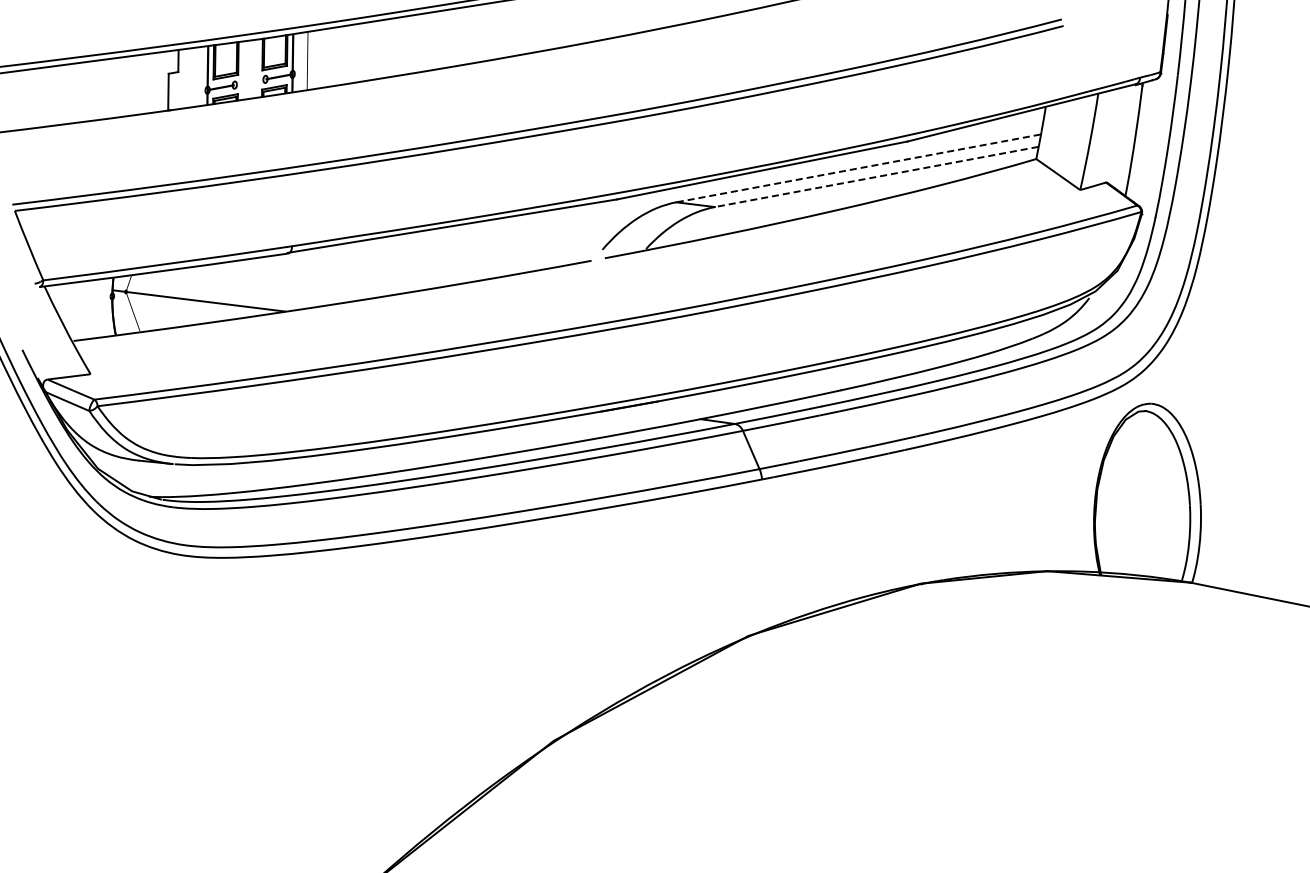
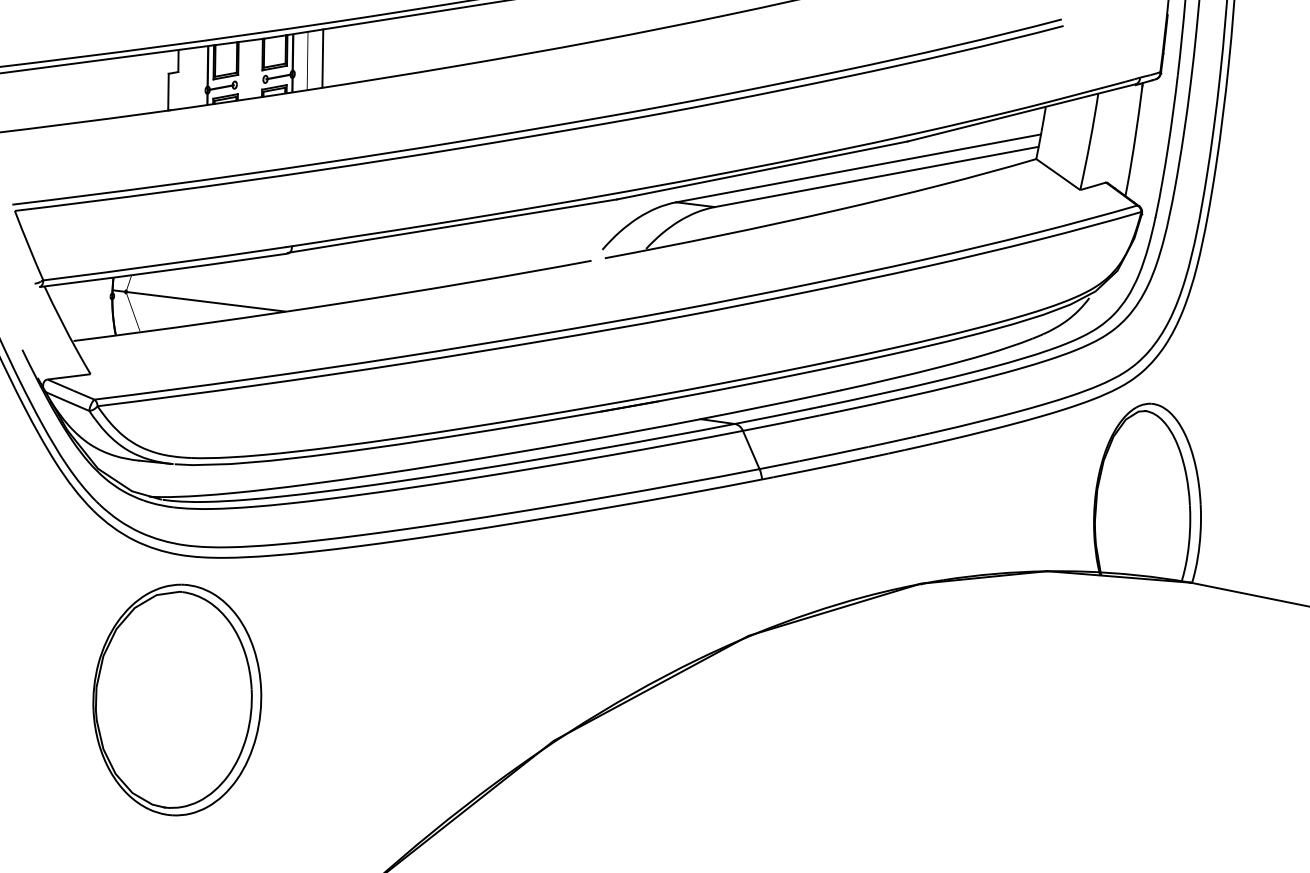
line at (322, 58): none -> present
line at (857, 168): dashed -> solid
line at (876, 176): dashed -> solid
part at (177, 699): none -> present
